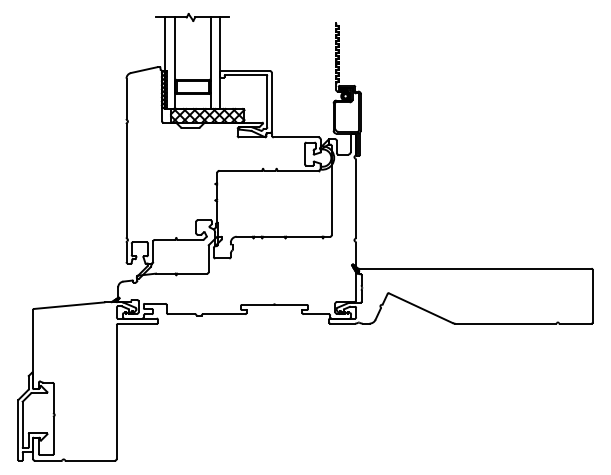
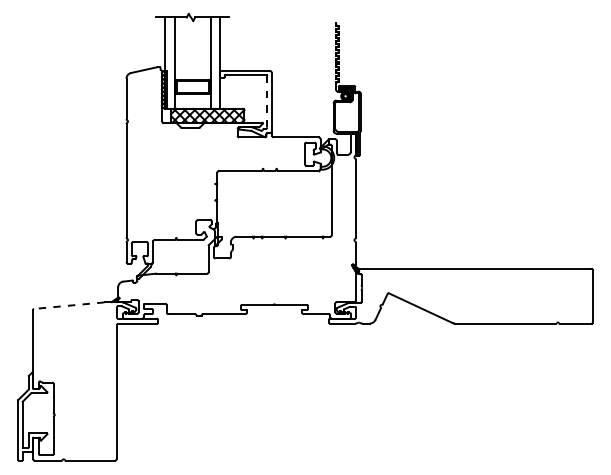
line at (267, 101): solid -> dashed
line at (68, 305): solid -> dashed
